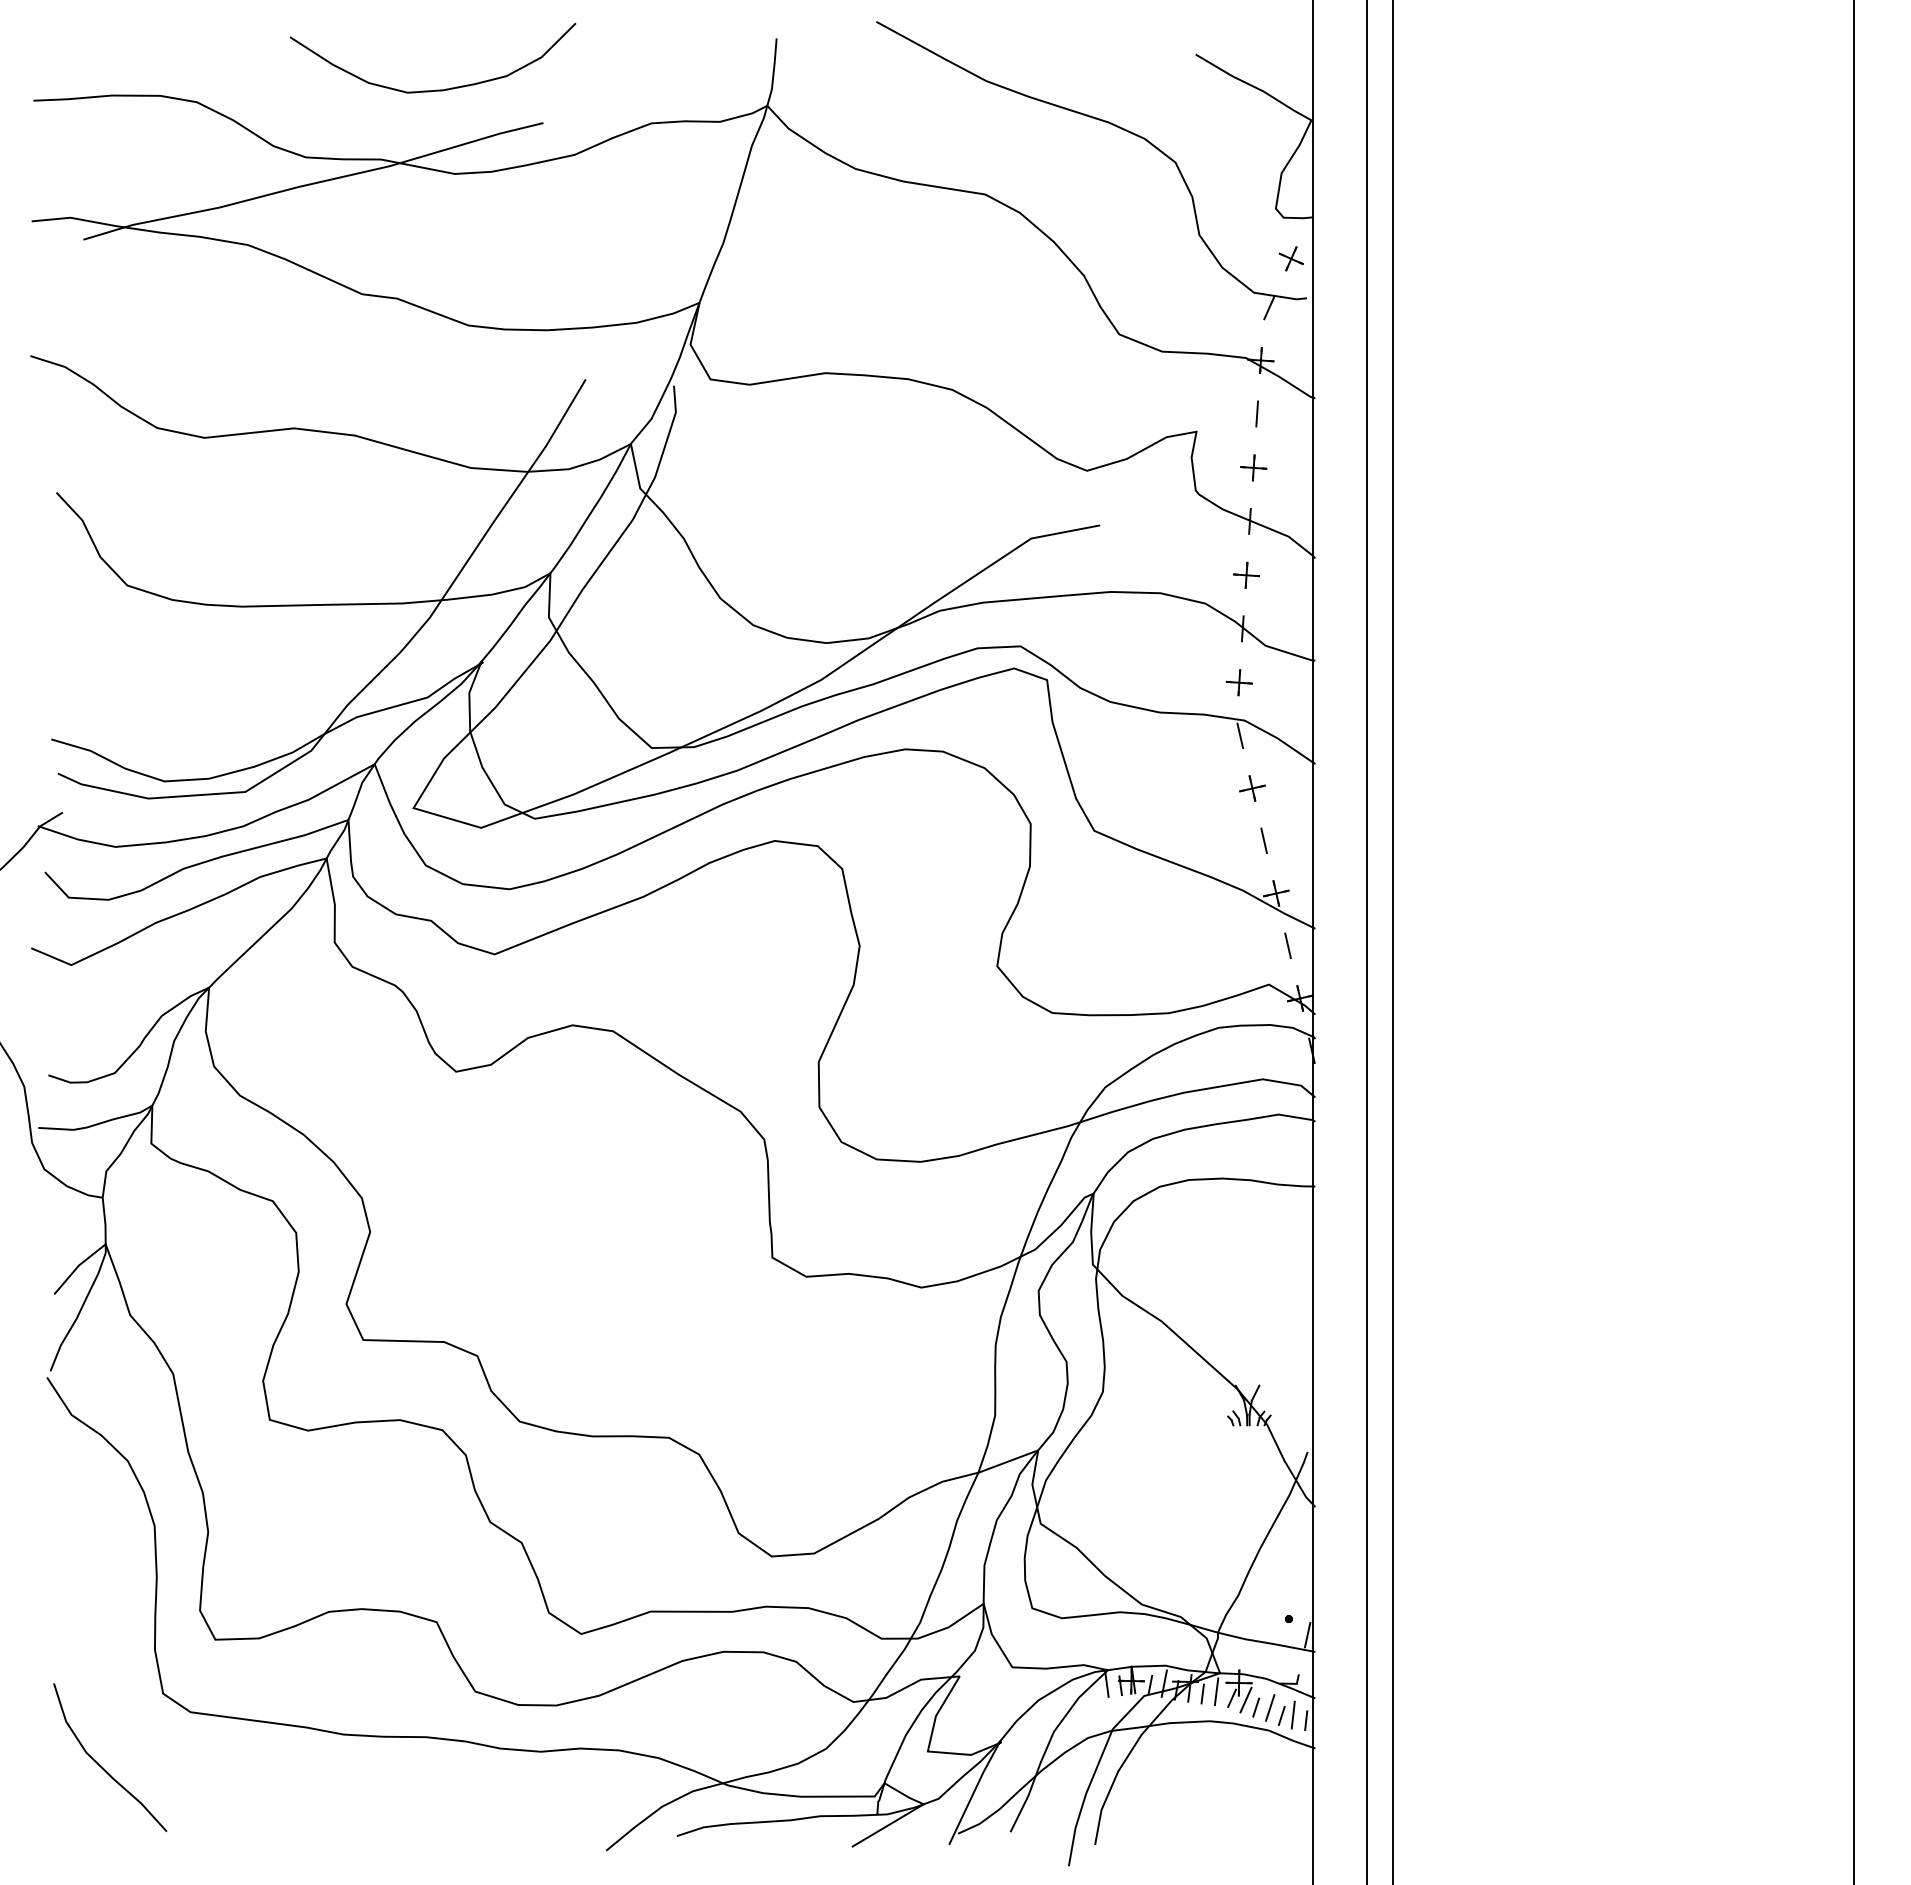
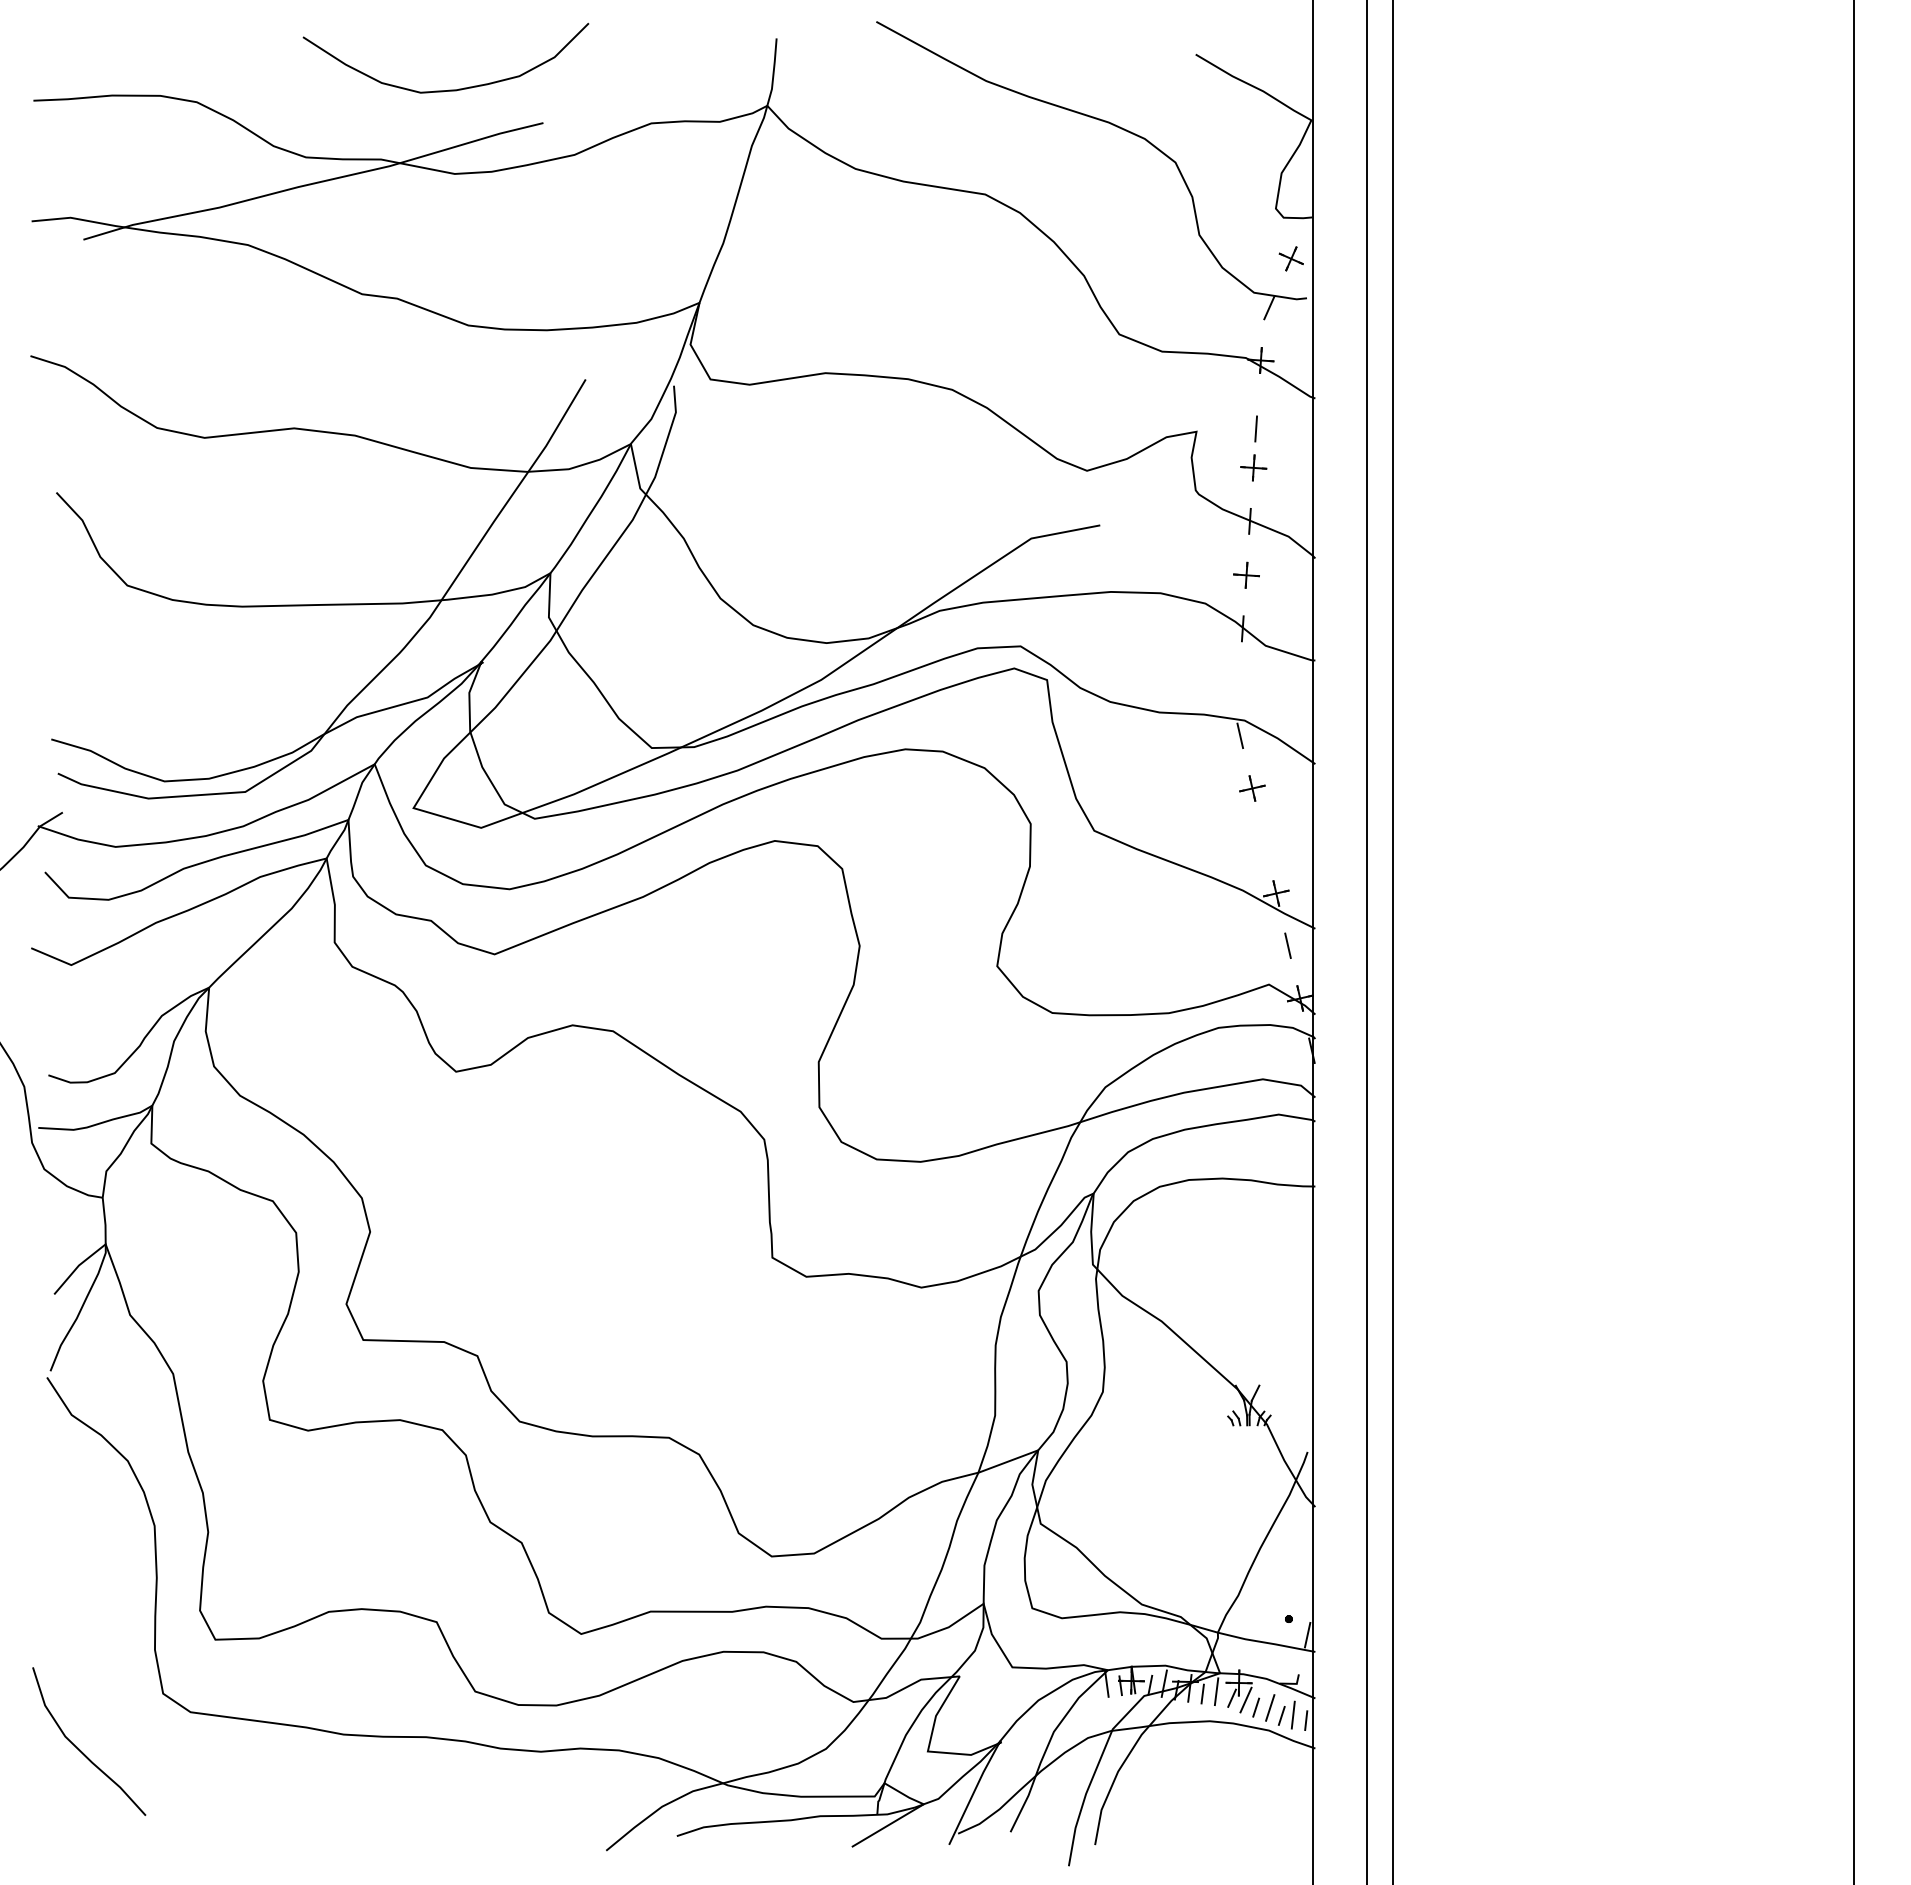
curve at (435, 89) position: (435, 89) -> (448, 89)
line at (1256, 413) position: (1256, 413) -> (1255, 428)
part at (1238, 682): present -> none
line at (1263, 840): present -> none
curve at (101, 1765) position: (101, 1765) -> (80, 1749)
